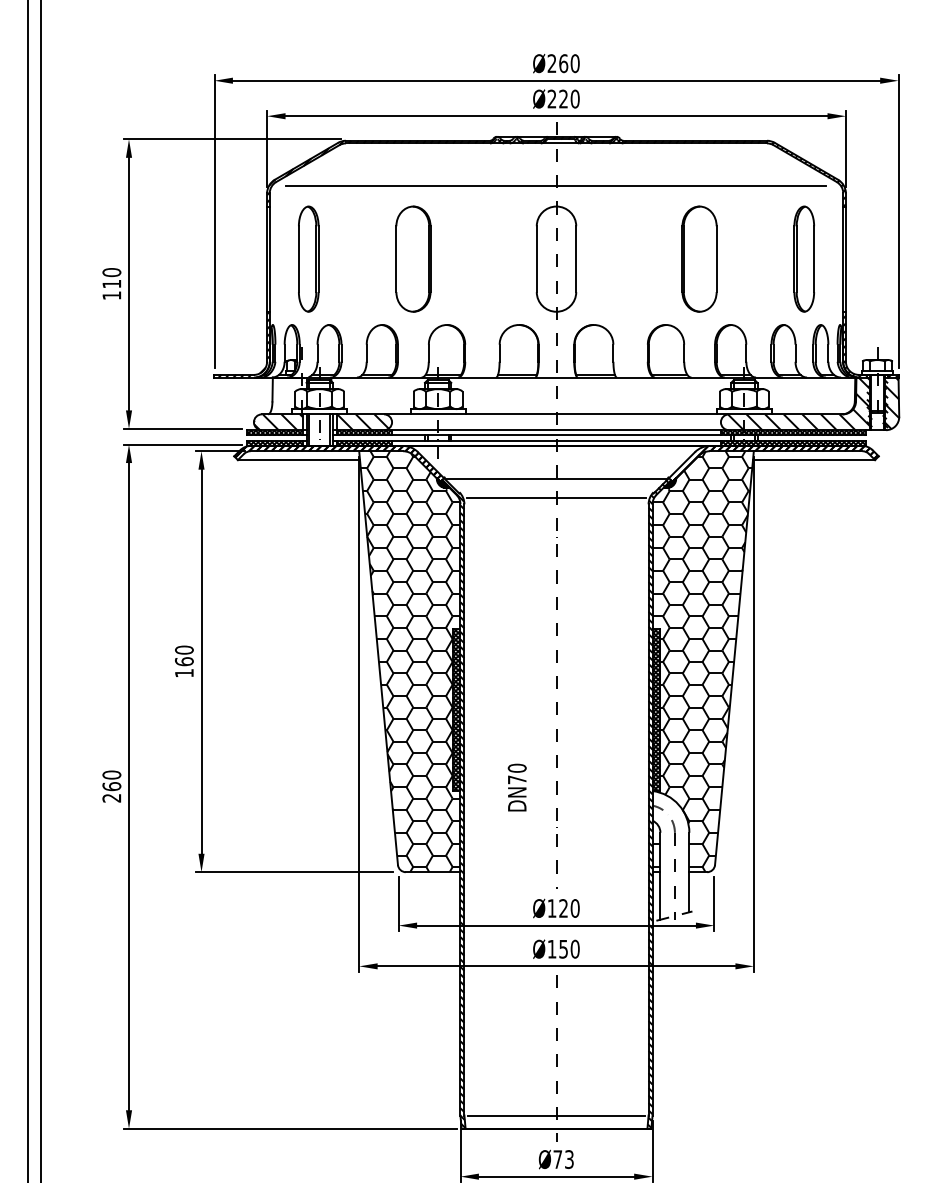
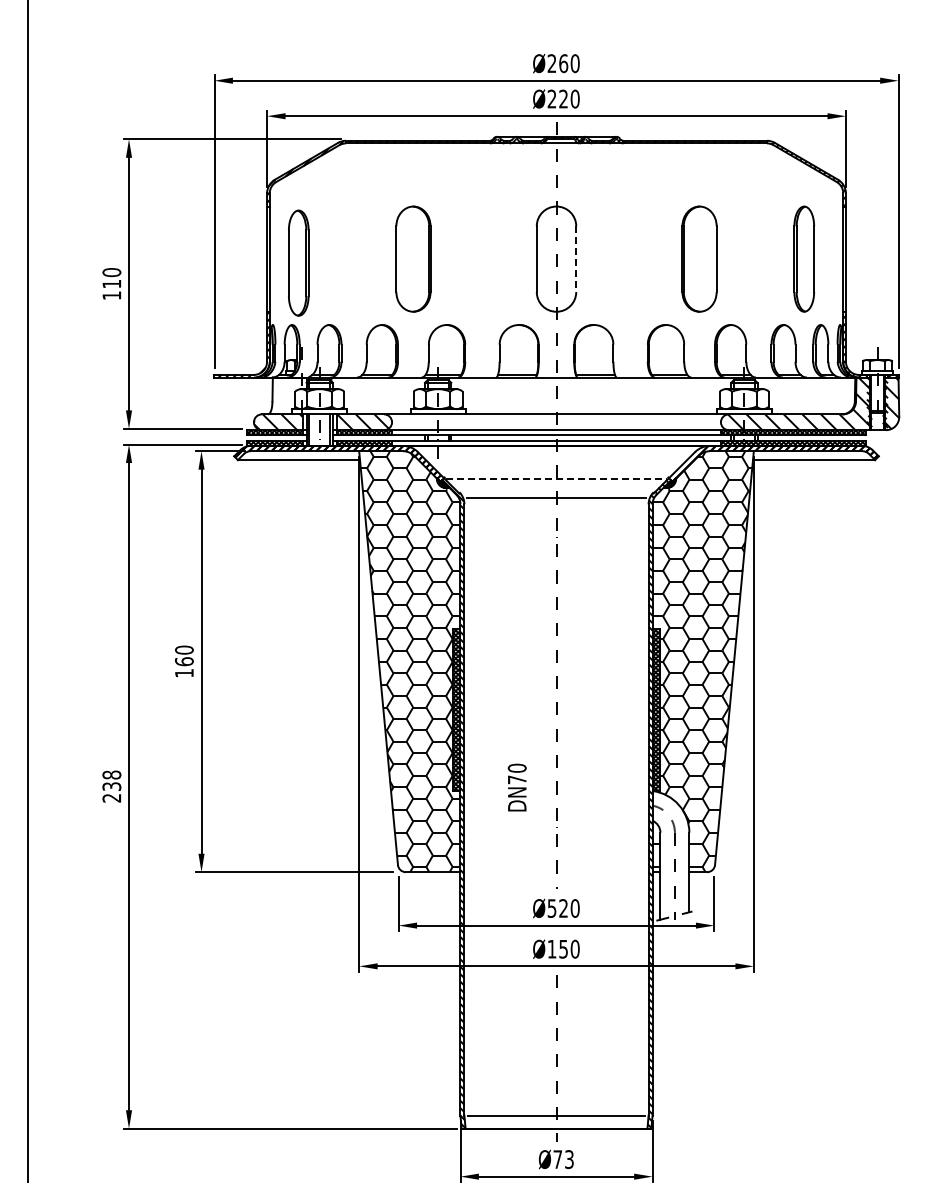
line at (555, 185): present -> none
part at (308, 258) position: (308, 258) -> (298, 262)
line at (576, 259): solid -> dashed
line at (556, 478): solid -> dashed
line at (40, 590): present -> none
text at (111, 780): 260 -> 238
text at (551, 908): Ø120 -> Ø520
